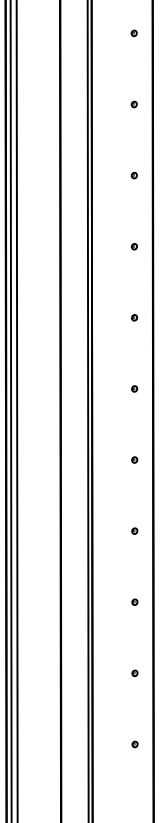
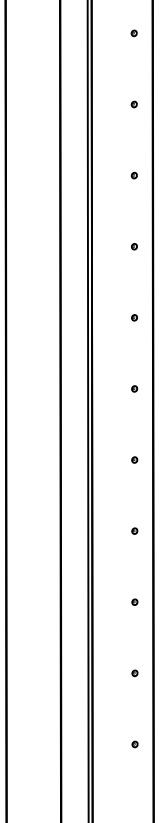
line at (10, 410): present -> none
line at (16, 410): present -> none
